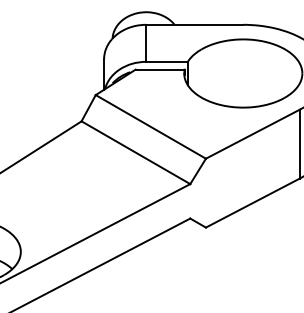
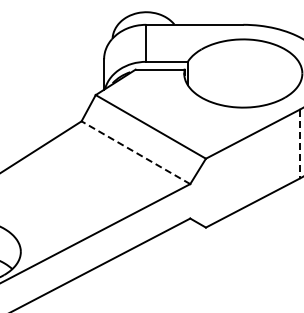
line at (299, 144): solid -> dashed
line at (135, 152): solid -> dashed
